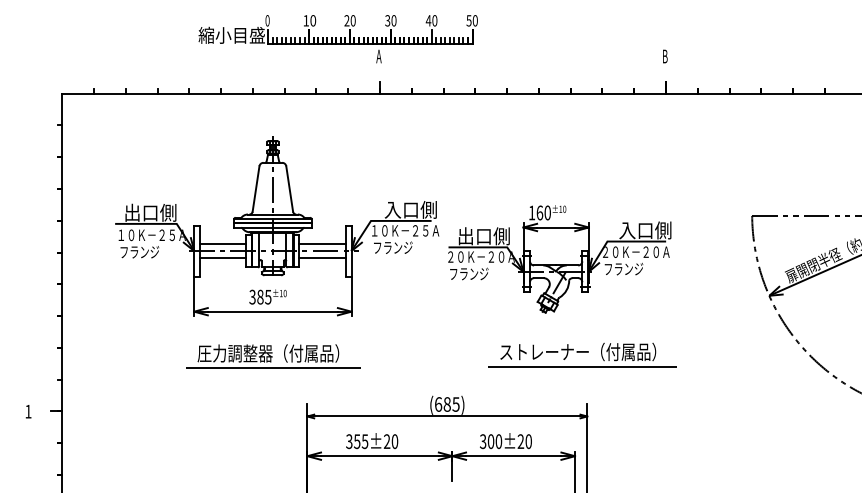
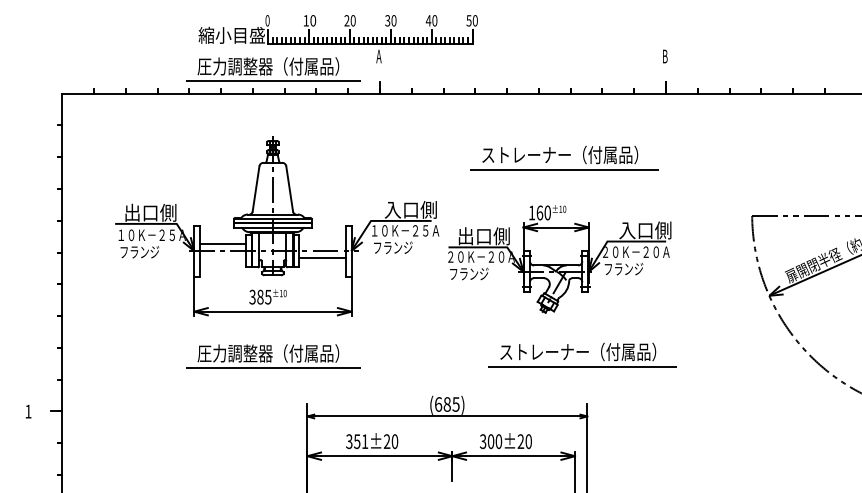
part at (273, 69): none -> present
part at (564, 157): none -> present
line at (322, 244): present -> none
line at (222, 258): present -> none
text at (364, 441): 355±20 -> 351±20
